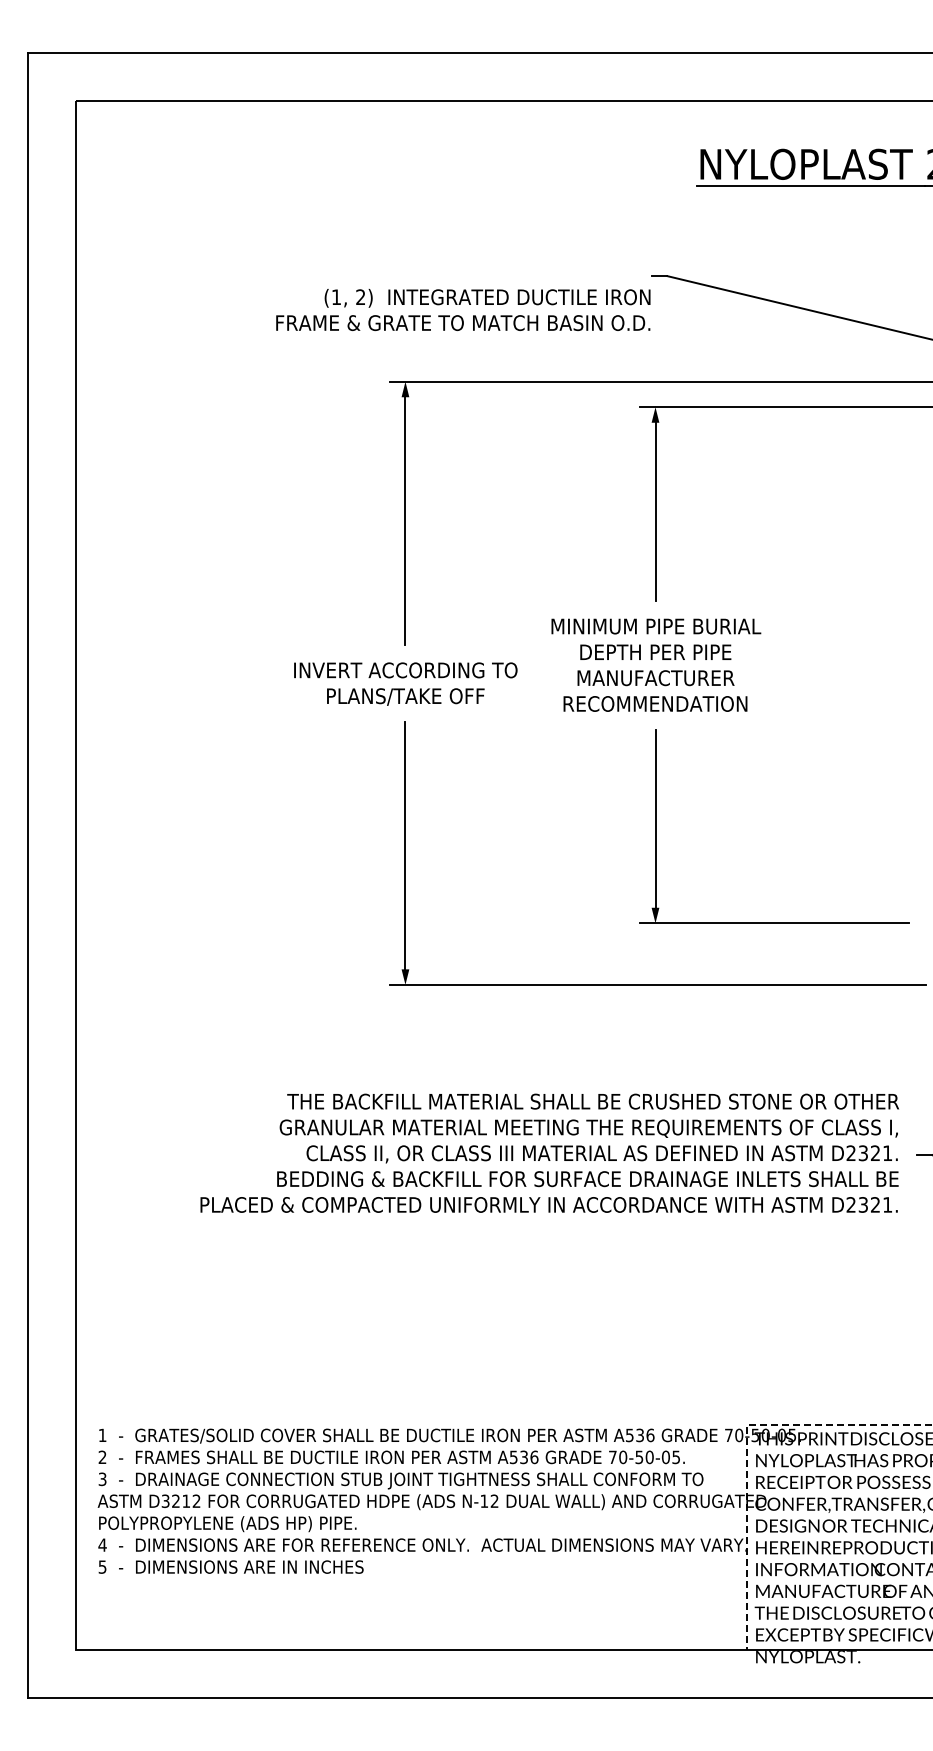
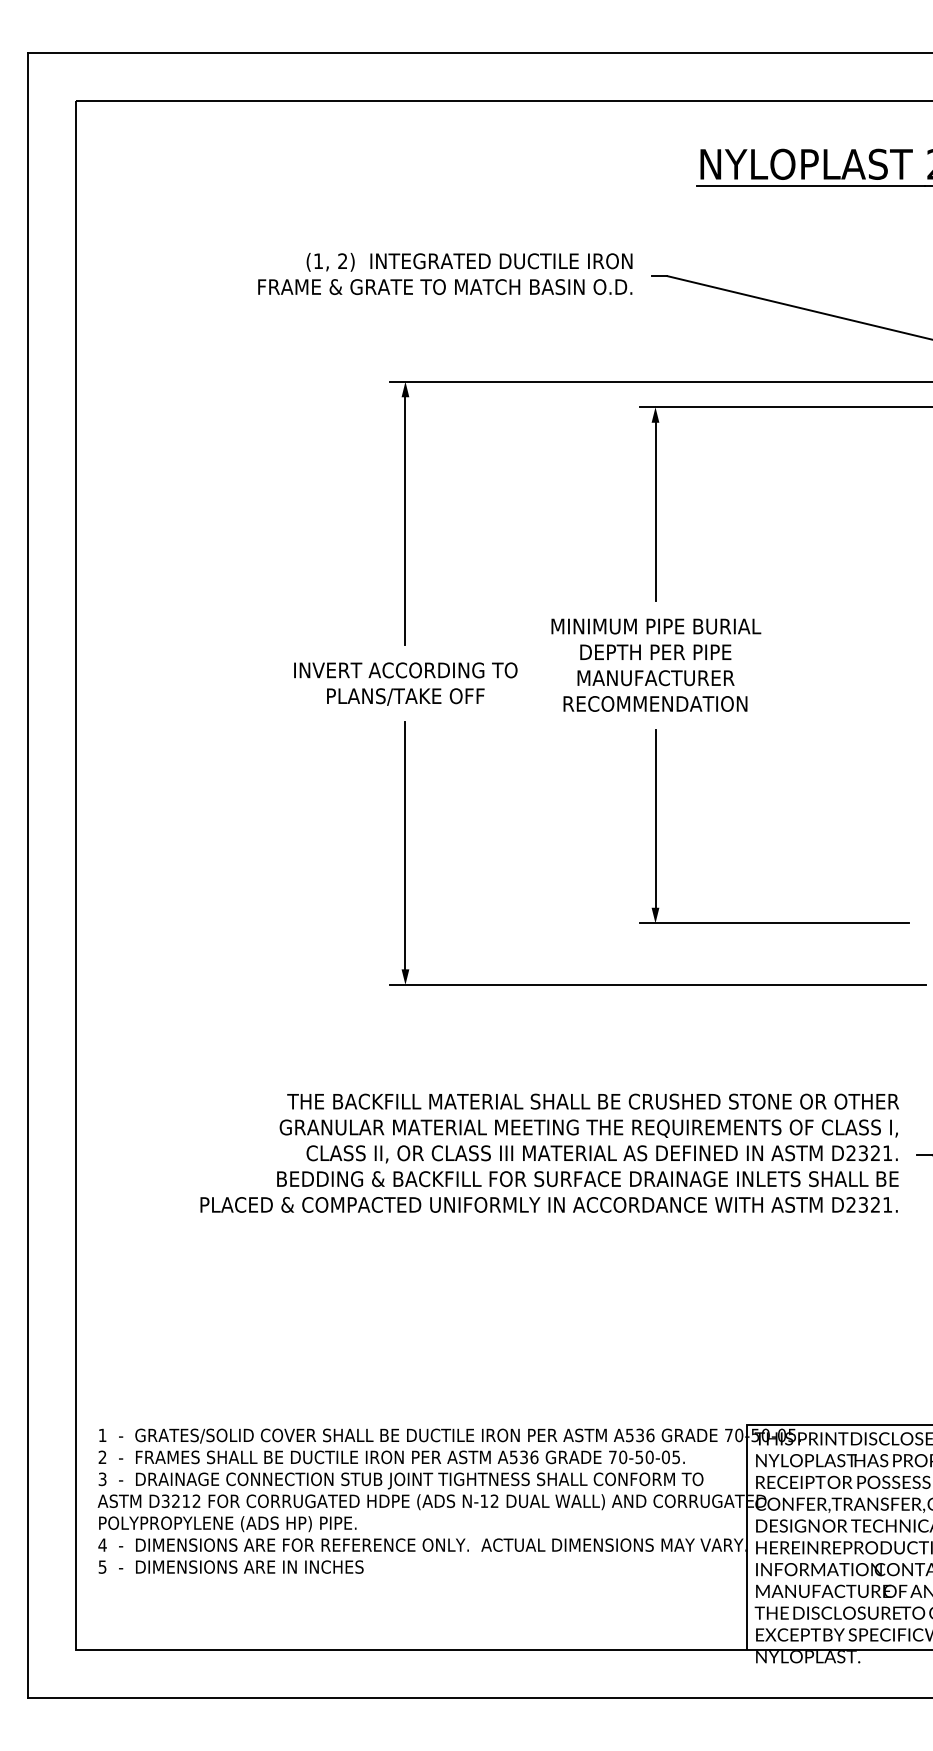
text at (463, 309) position: (463, 309) -> (445, 273)
line at (747, 1445): dashed -> solid
